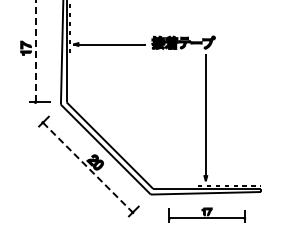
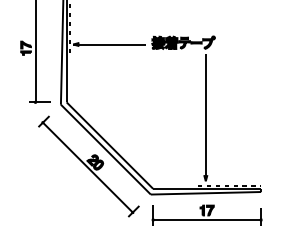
line at (35, 50): dashed -> solid
line at (87, 167): dashed -> solid
part at (207, 214) size: 79x16 px -> 112x22 px
